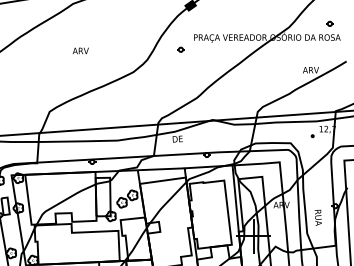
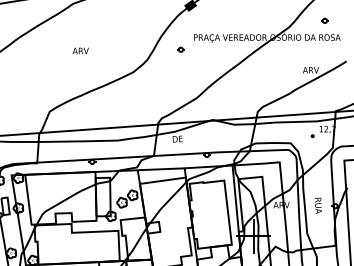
part at (329, 23) position: (329, 23) -> (324, 20)
text at (317, 217) position: (317, 217) -> (317, 205)
